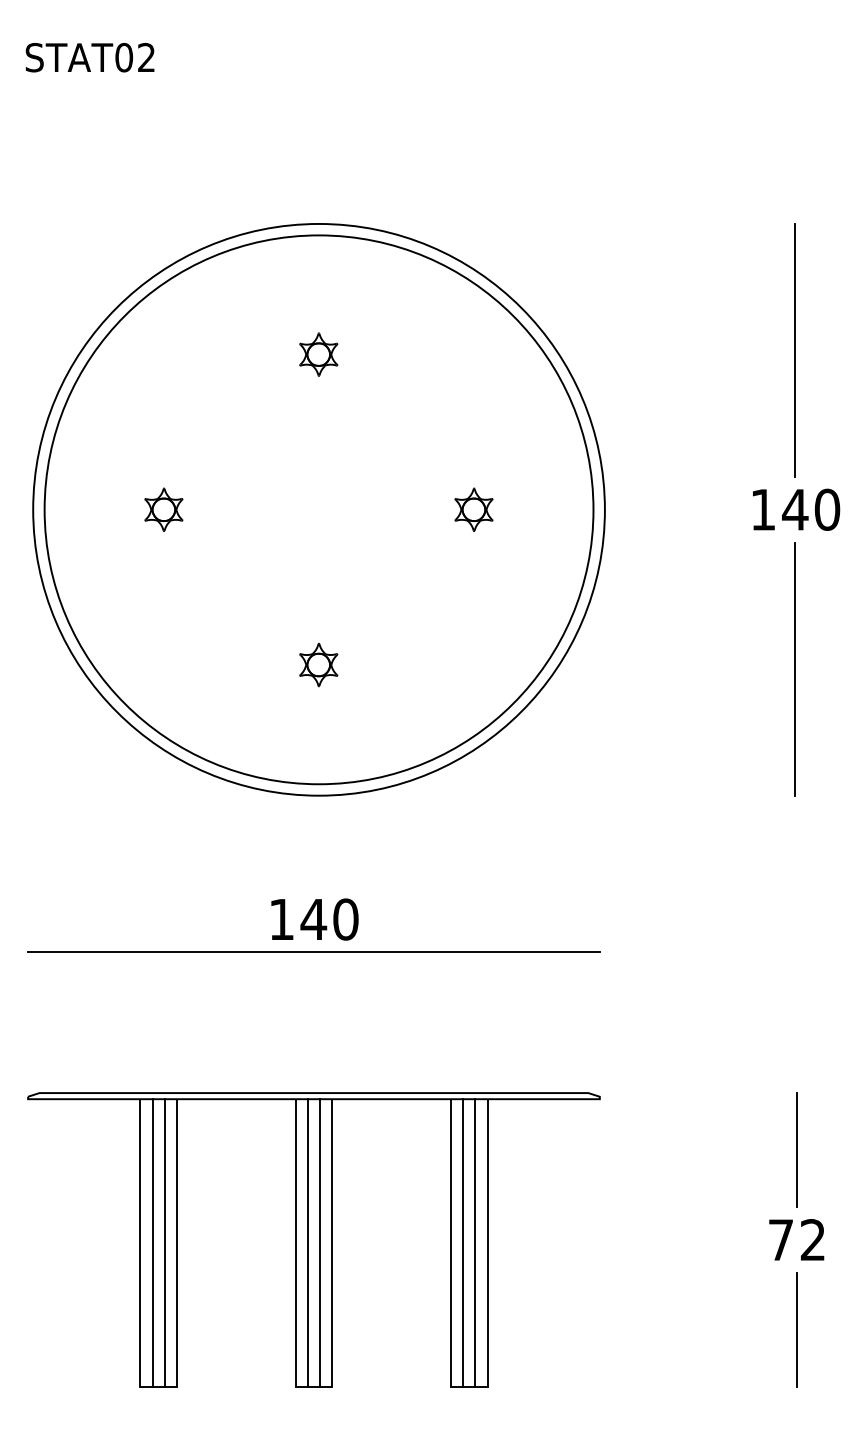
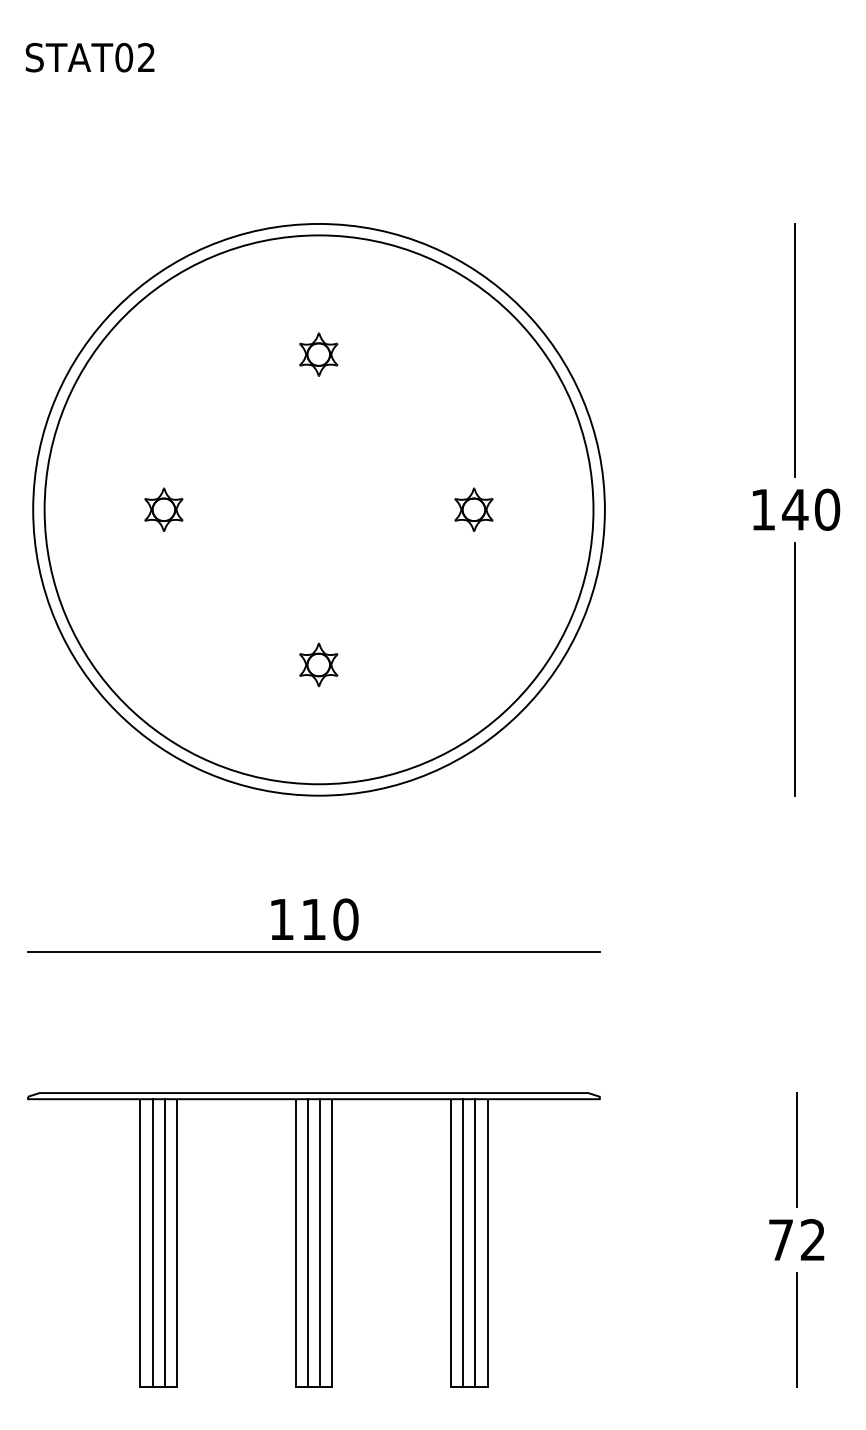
text at (313, 919): 140 -> 110
